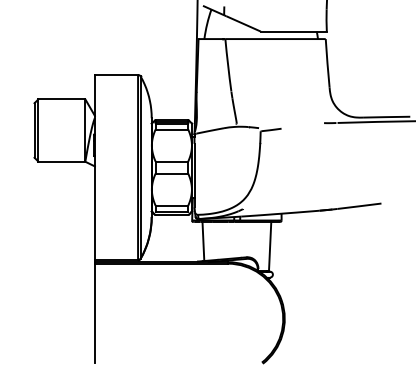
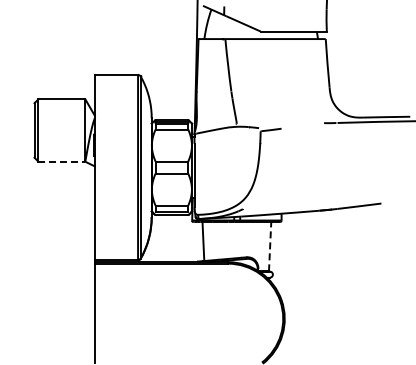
line at (62, 161): solid -> dashed
line at (270, 246): solid -> dashed
